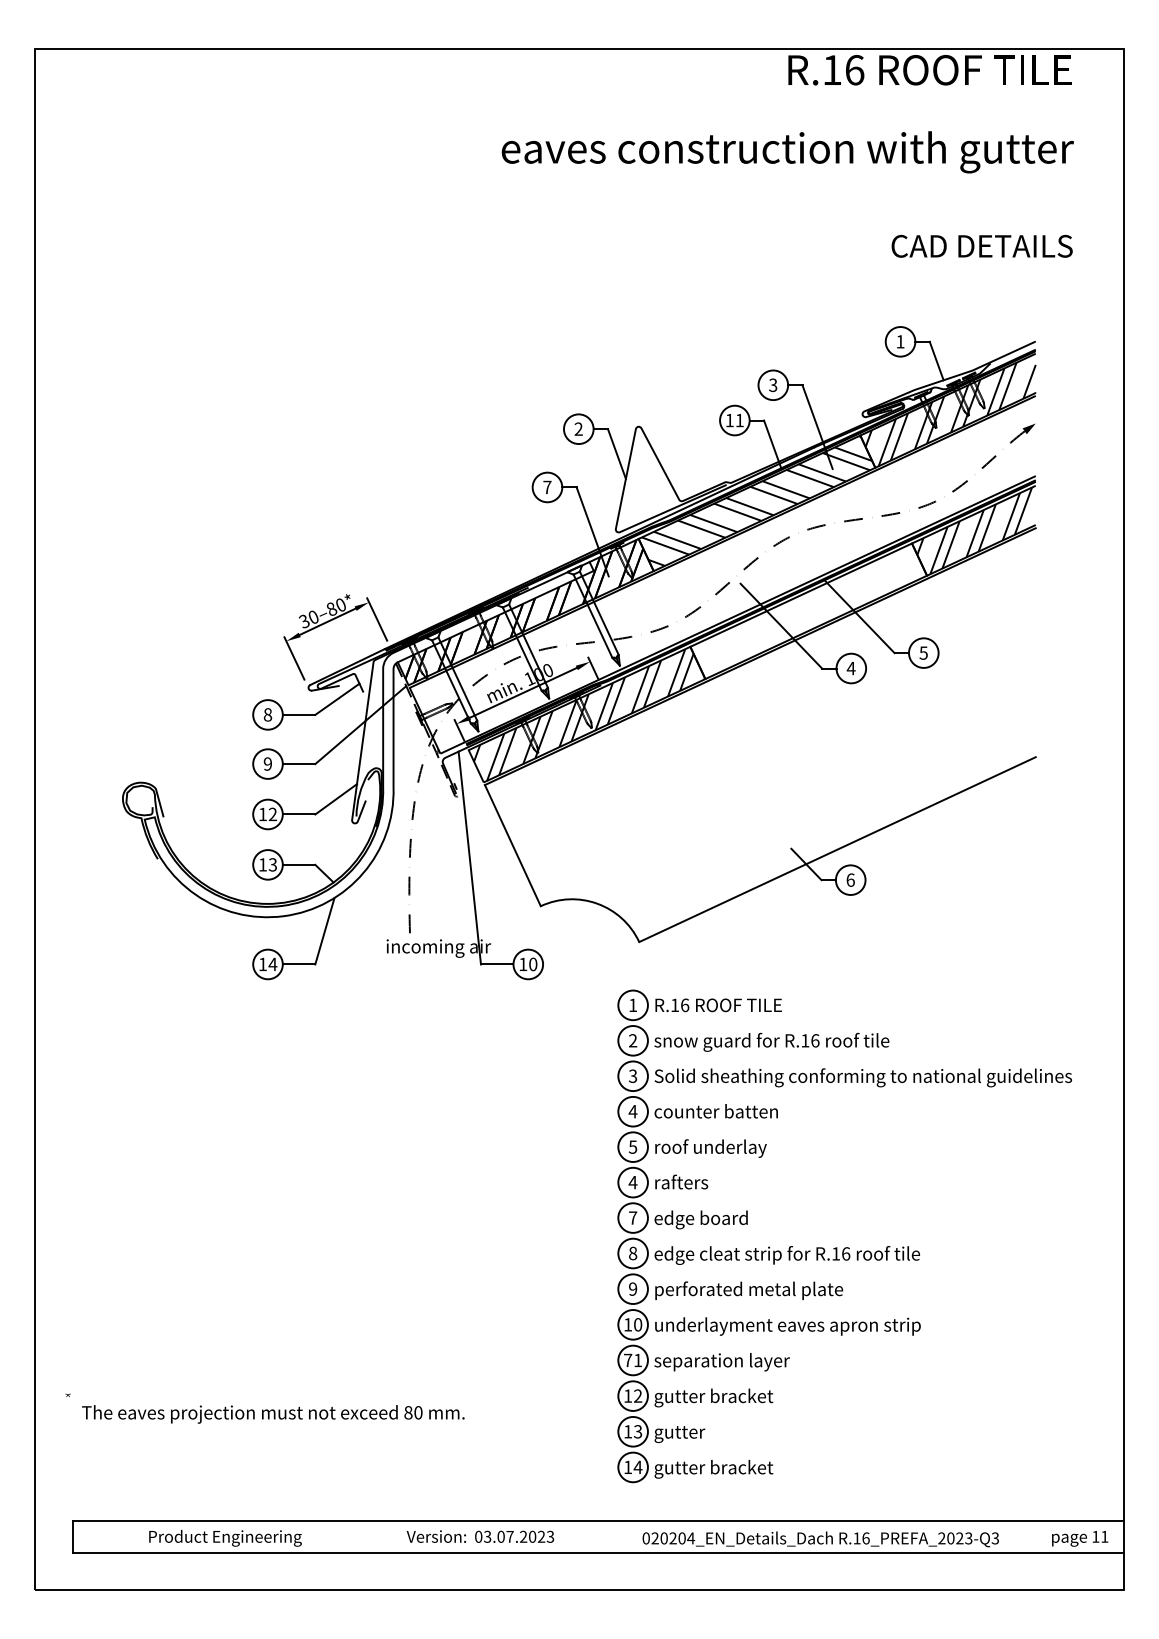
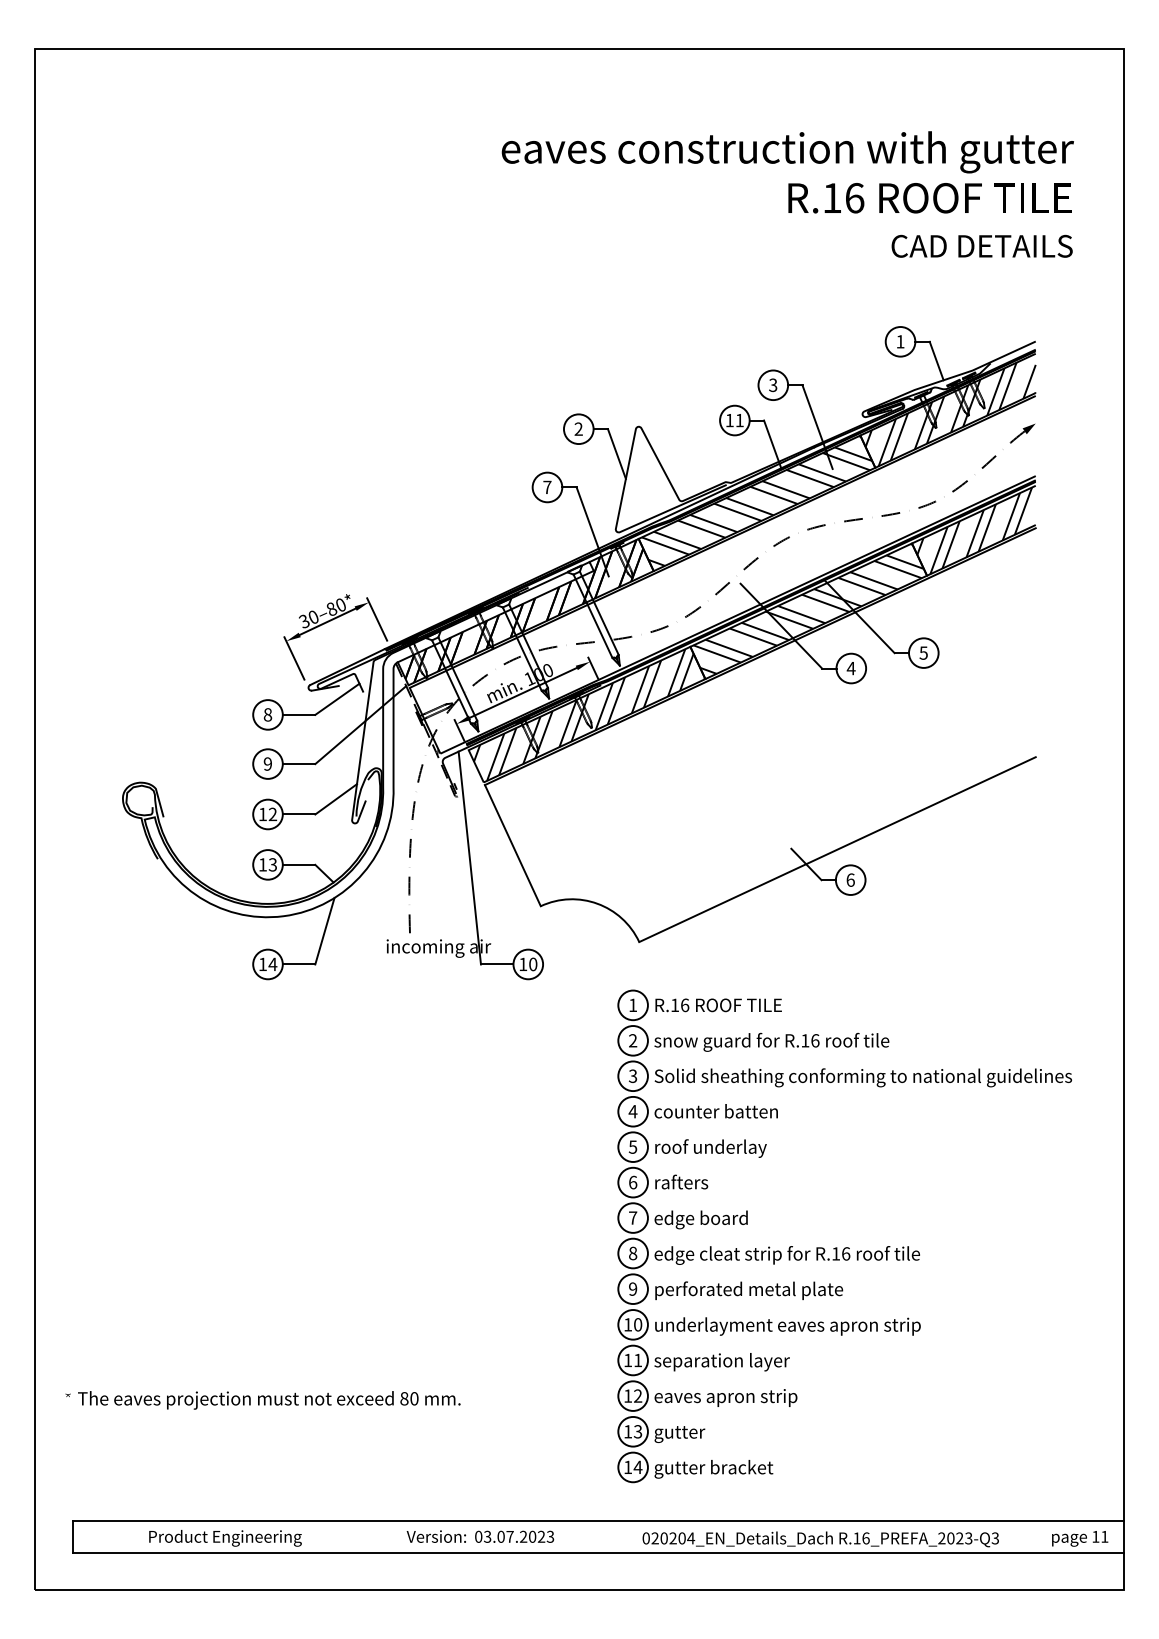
text at (929, 70) position: (929, 70) -> (929, 198)
hatch at (808, 608): none -> present
text at (632, 1182): 4 -> 6
text at (628, 1360): 71 -> 11
text at (725, 1397): gutter bracket -> eaves apron strip
text at (273, 1414) position: (273, 1414) -> (269, 1400)
